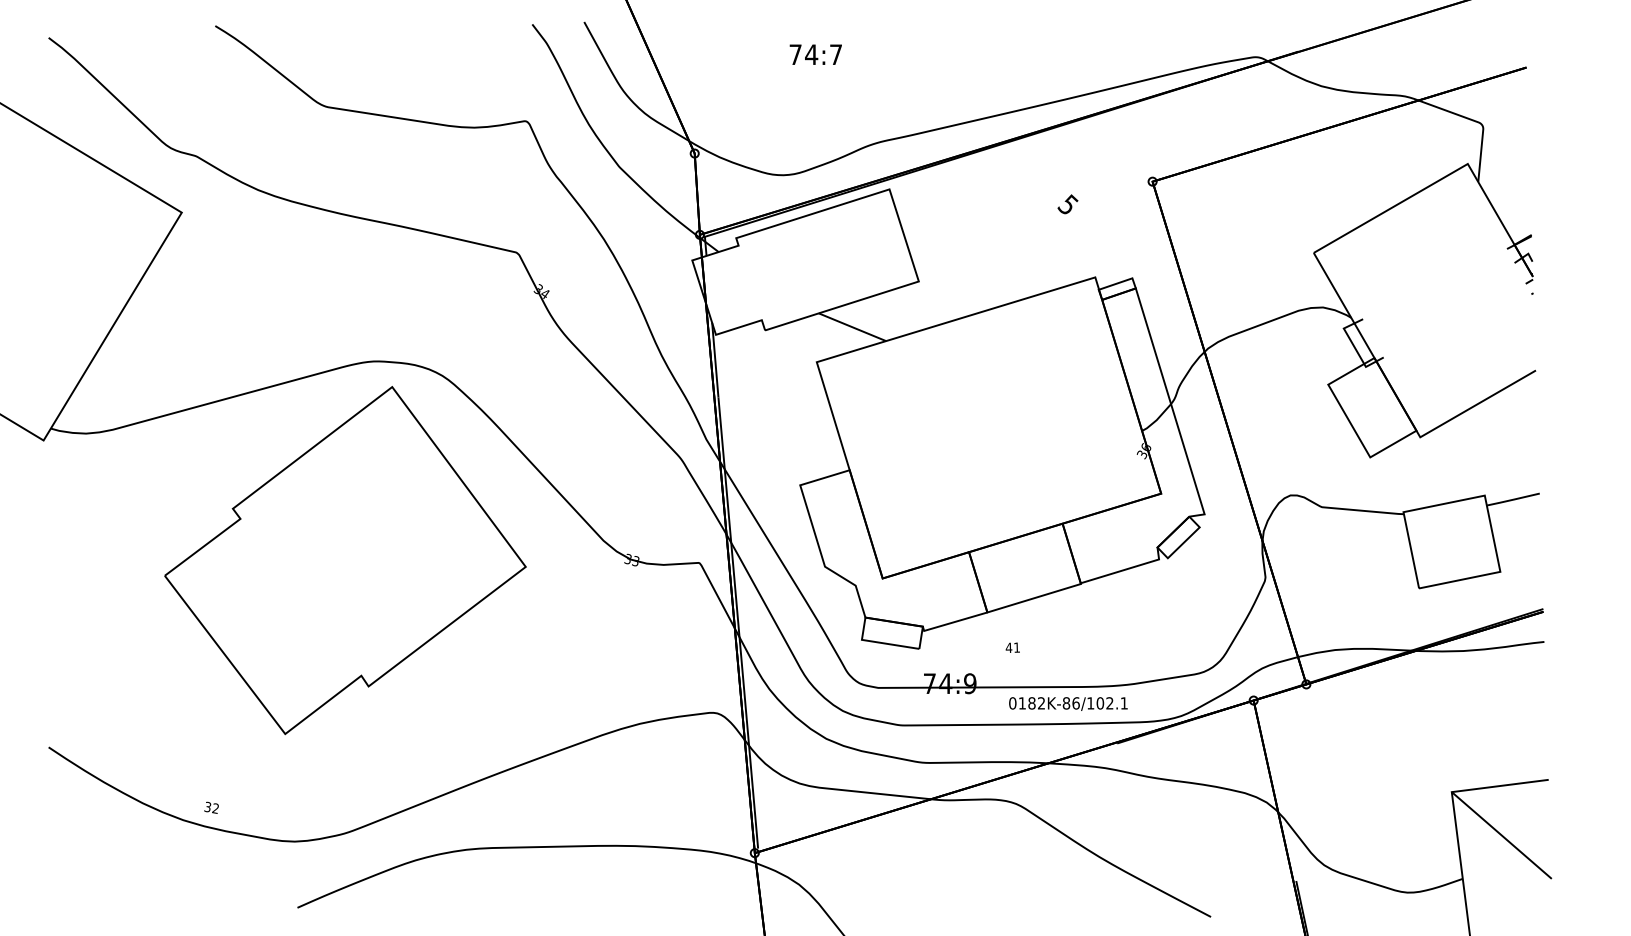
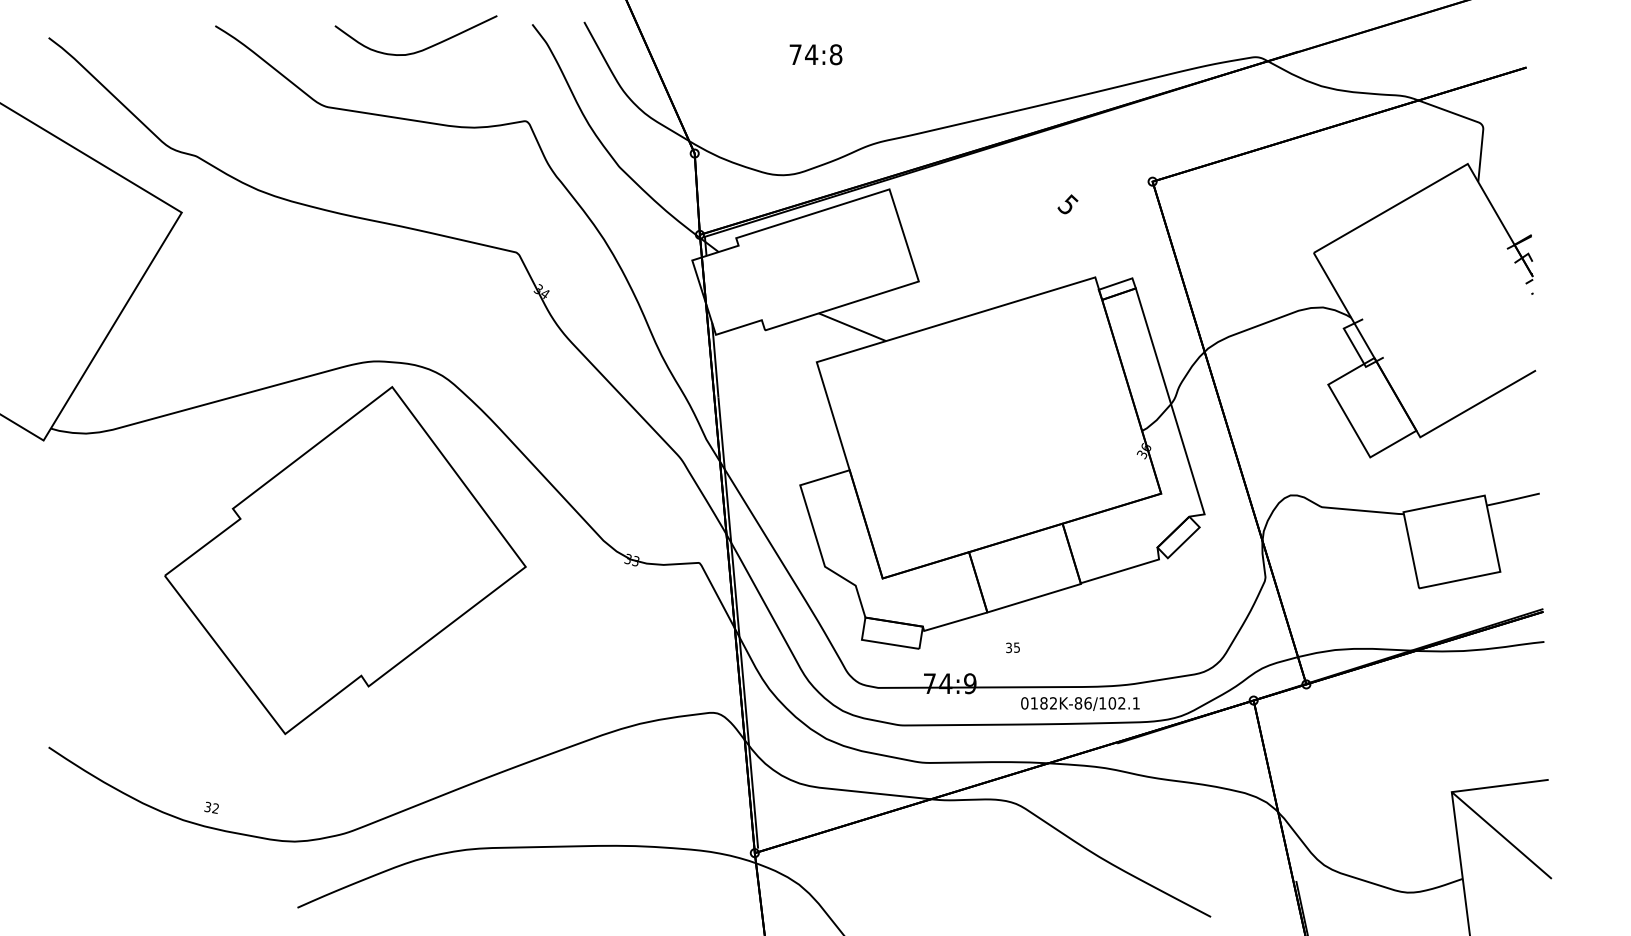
curve at (421, 49): none -> present
text at (835, 54): 74:7 -> 74:8
text at (1012, 647): 41 -> 35
text at (1068, 703) position: (1068, 703) -> (1080, 703)
